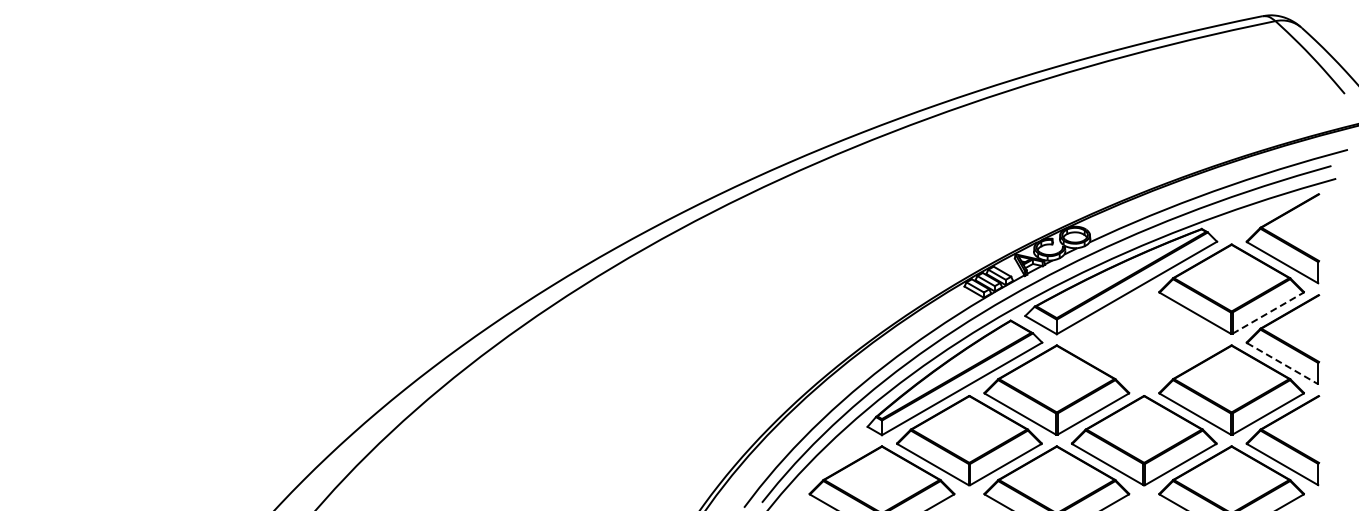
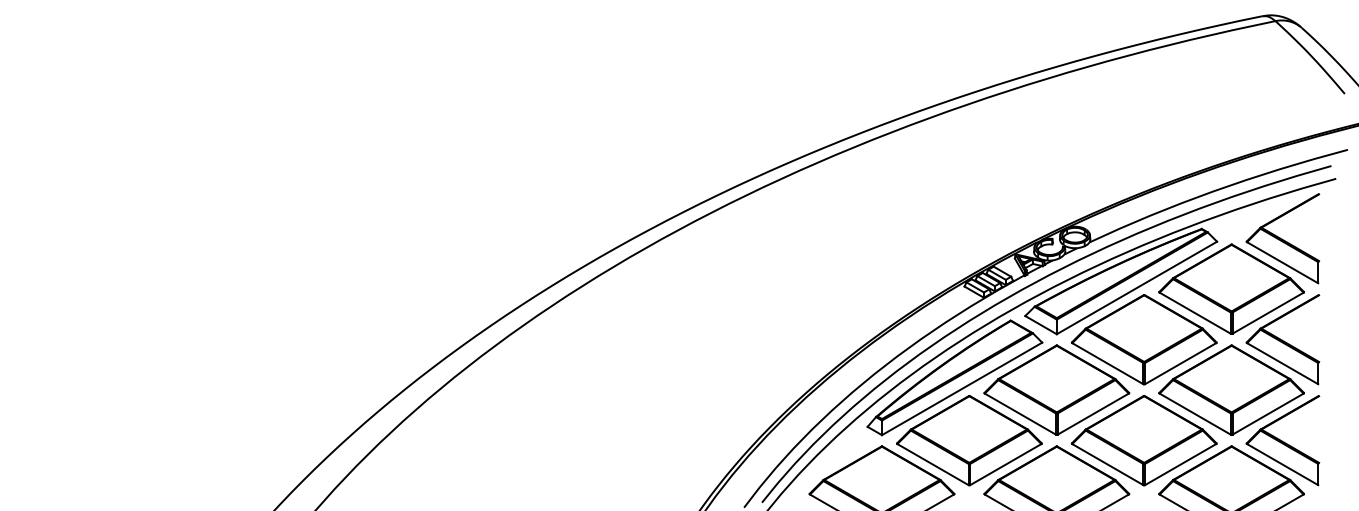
line at (1268, 312): dashed -> solid
part at (1143, 339): none -> present
line at (1283, 363): dashed -> solid
